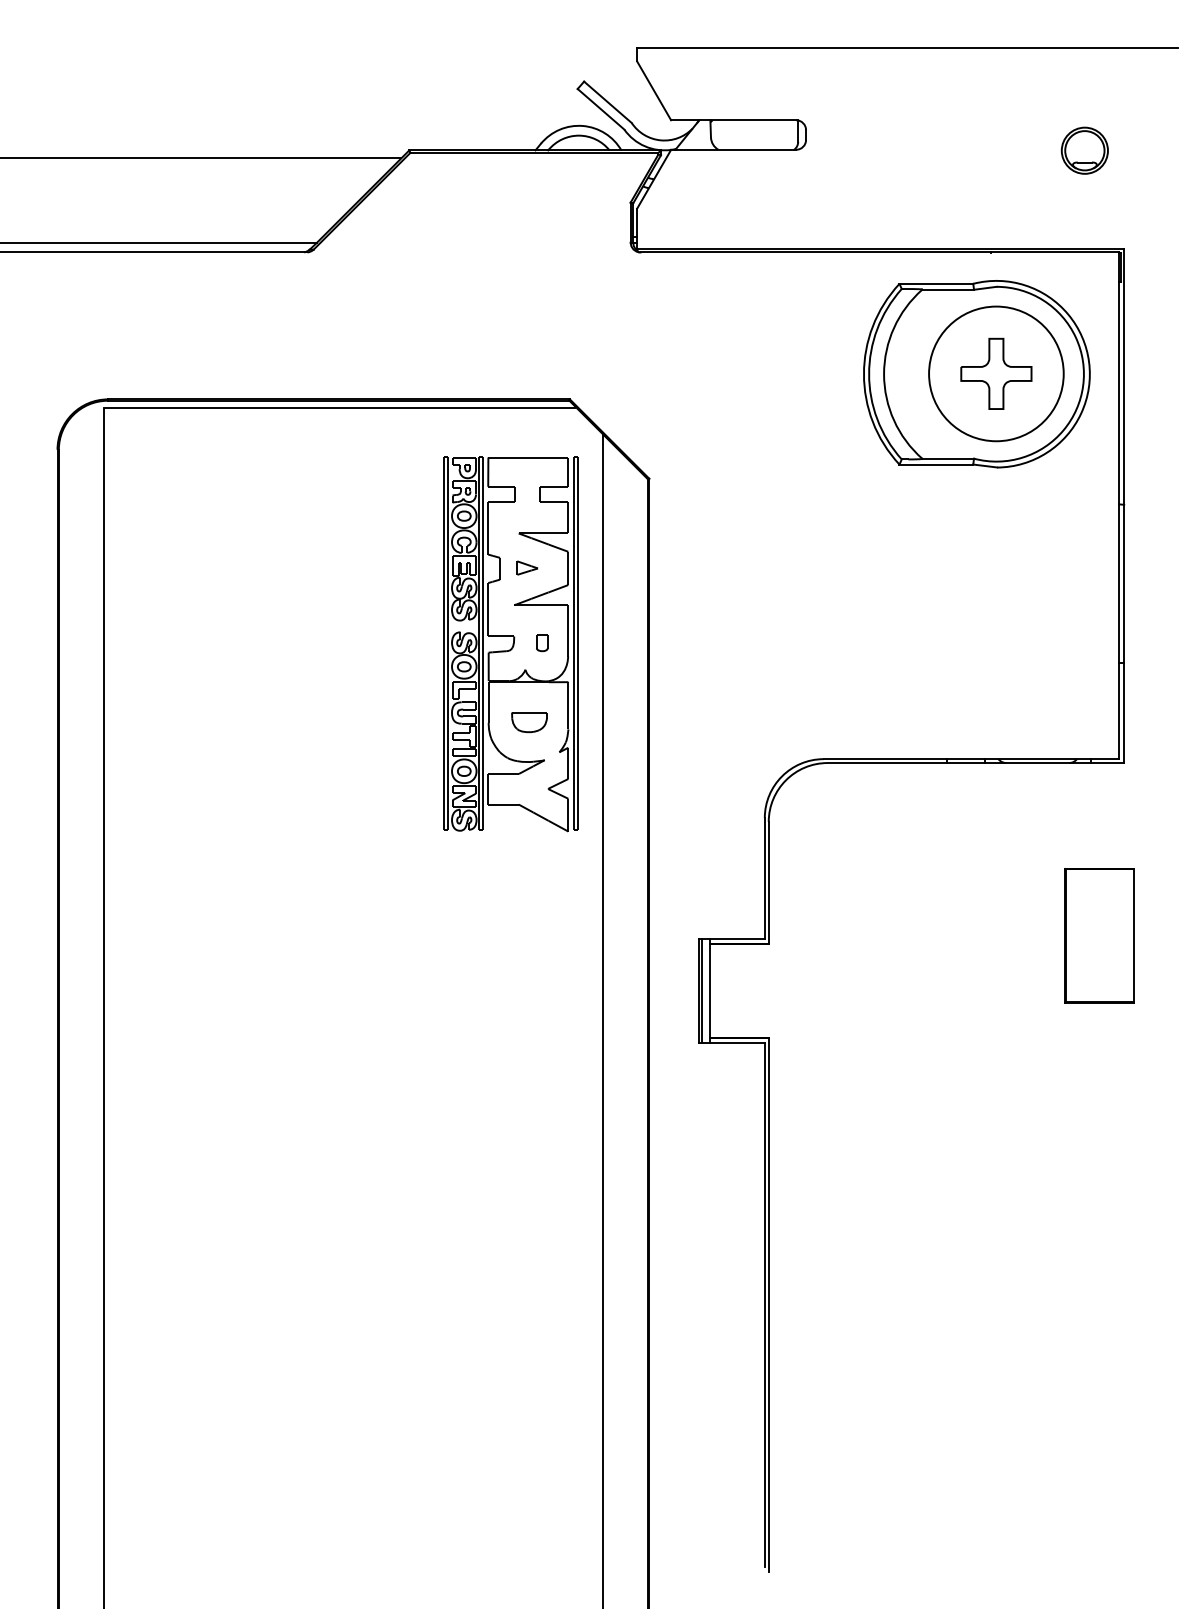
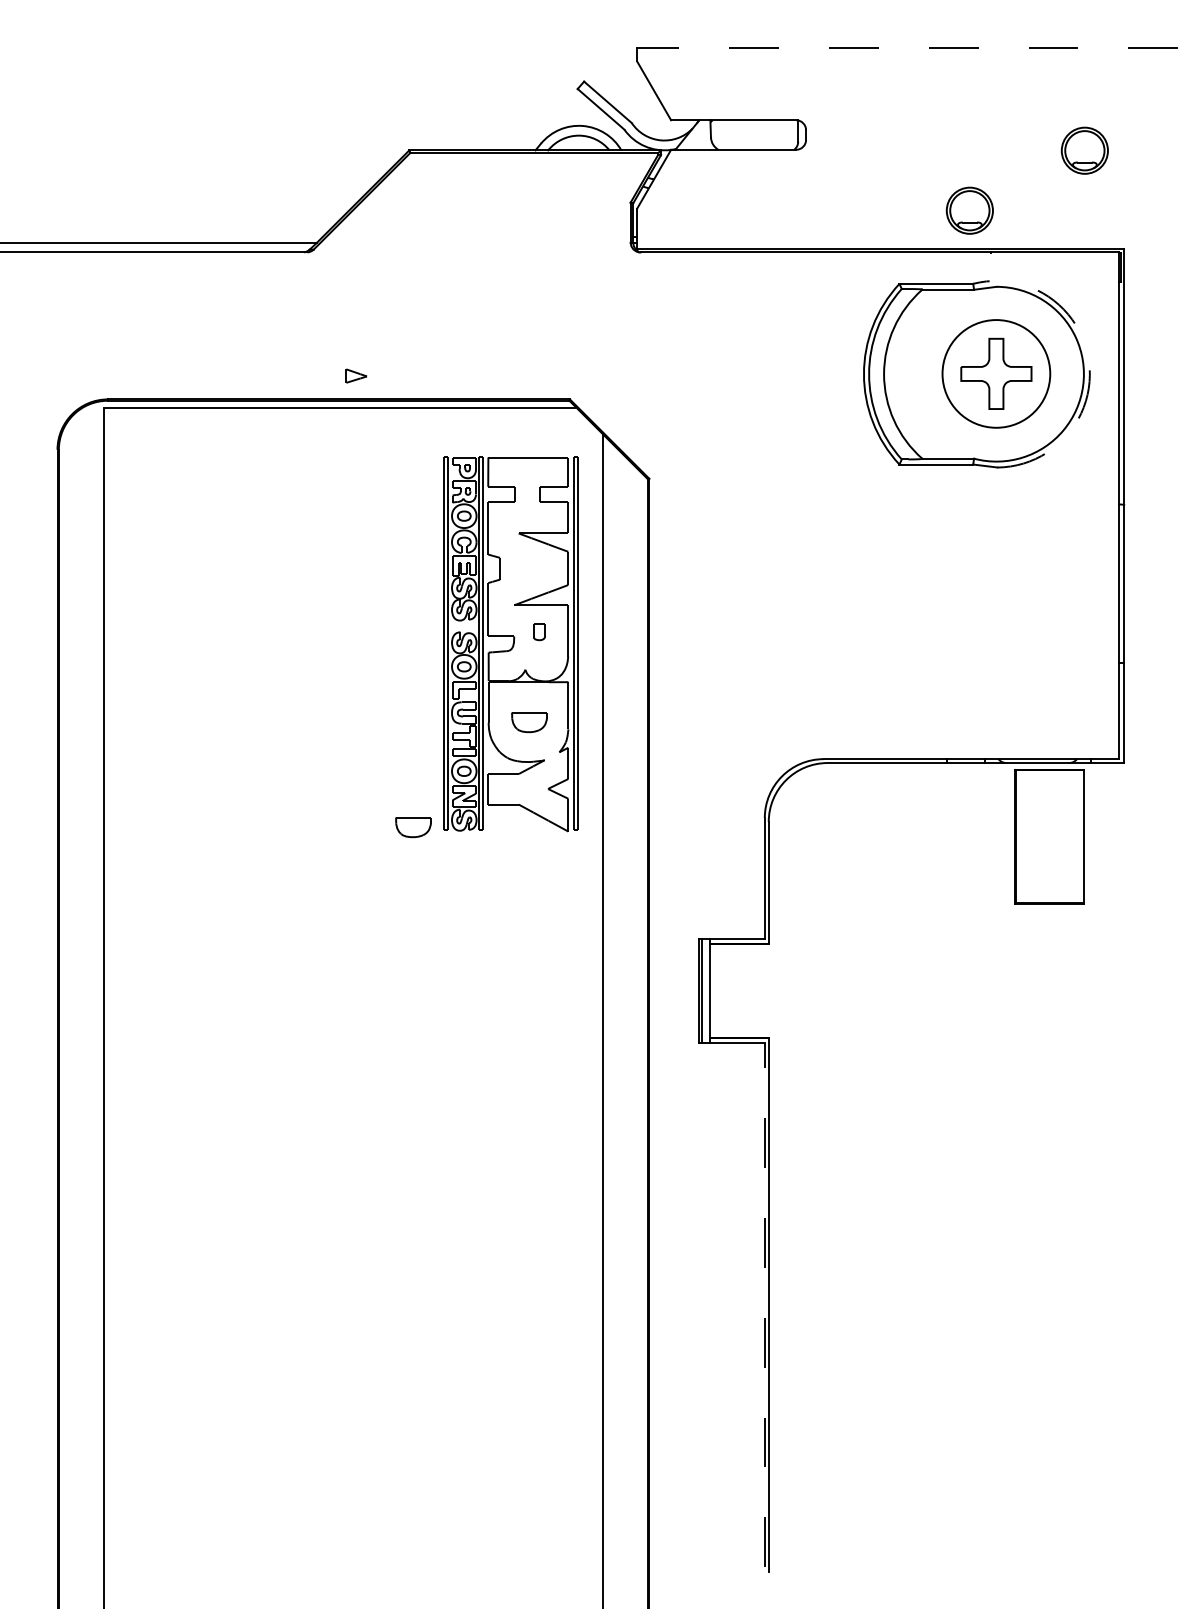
line at (907, 48): solid -> dashed
line at (201, 158): present -> none
part at (969, 210): none -> present
arc at (1089, 362): solid -> dashed
circle at (996, 373) diameter: 135 px -> 108 px
part at (527, 567) position: (527, 567) -> (356, 375)
part at (542, 643) position: (542, 643) -> (539, 632)
part at (413, 827): none -> present
part at (1099, 935) position: (1099, 935) -> (1049, 836)
line at (764, 1304): solid -> dashed
